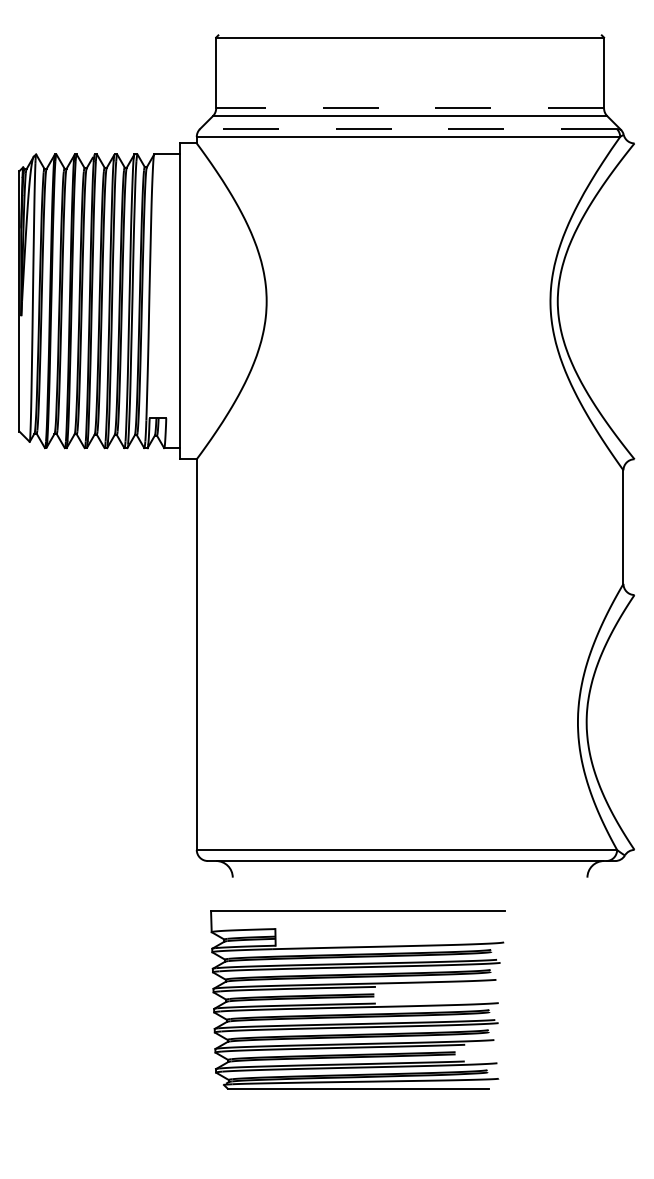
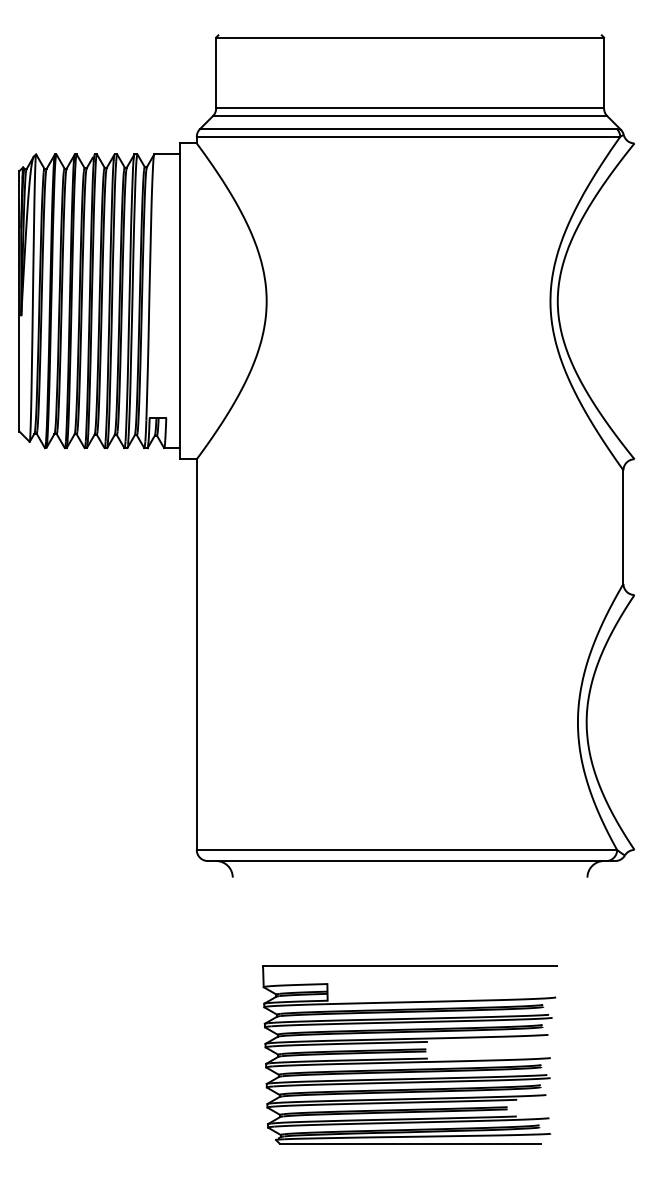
line at (410, 108): dashed -> solid
line at (408, 129): dashed -> solid
part at (357, 999) position: (357, 999) -> (409, 1054)
